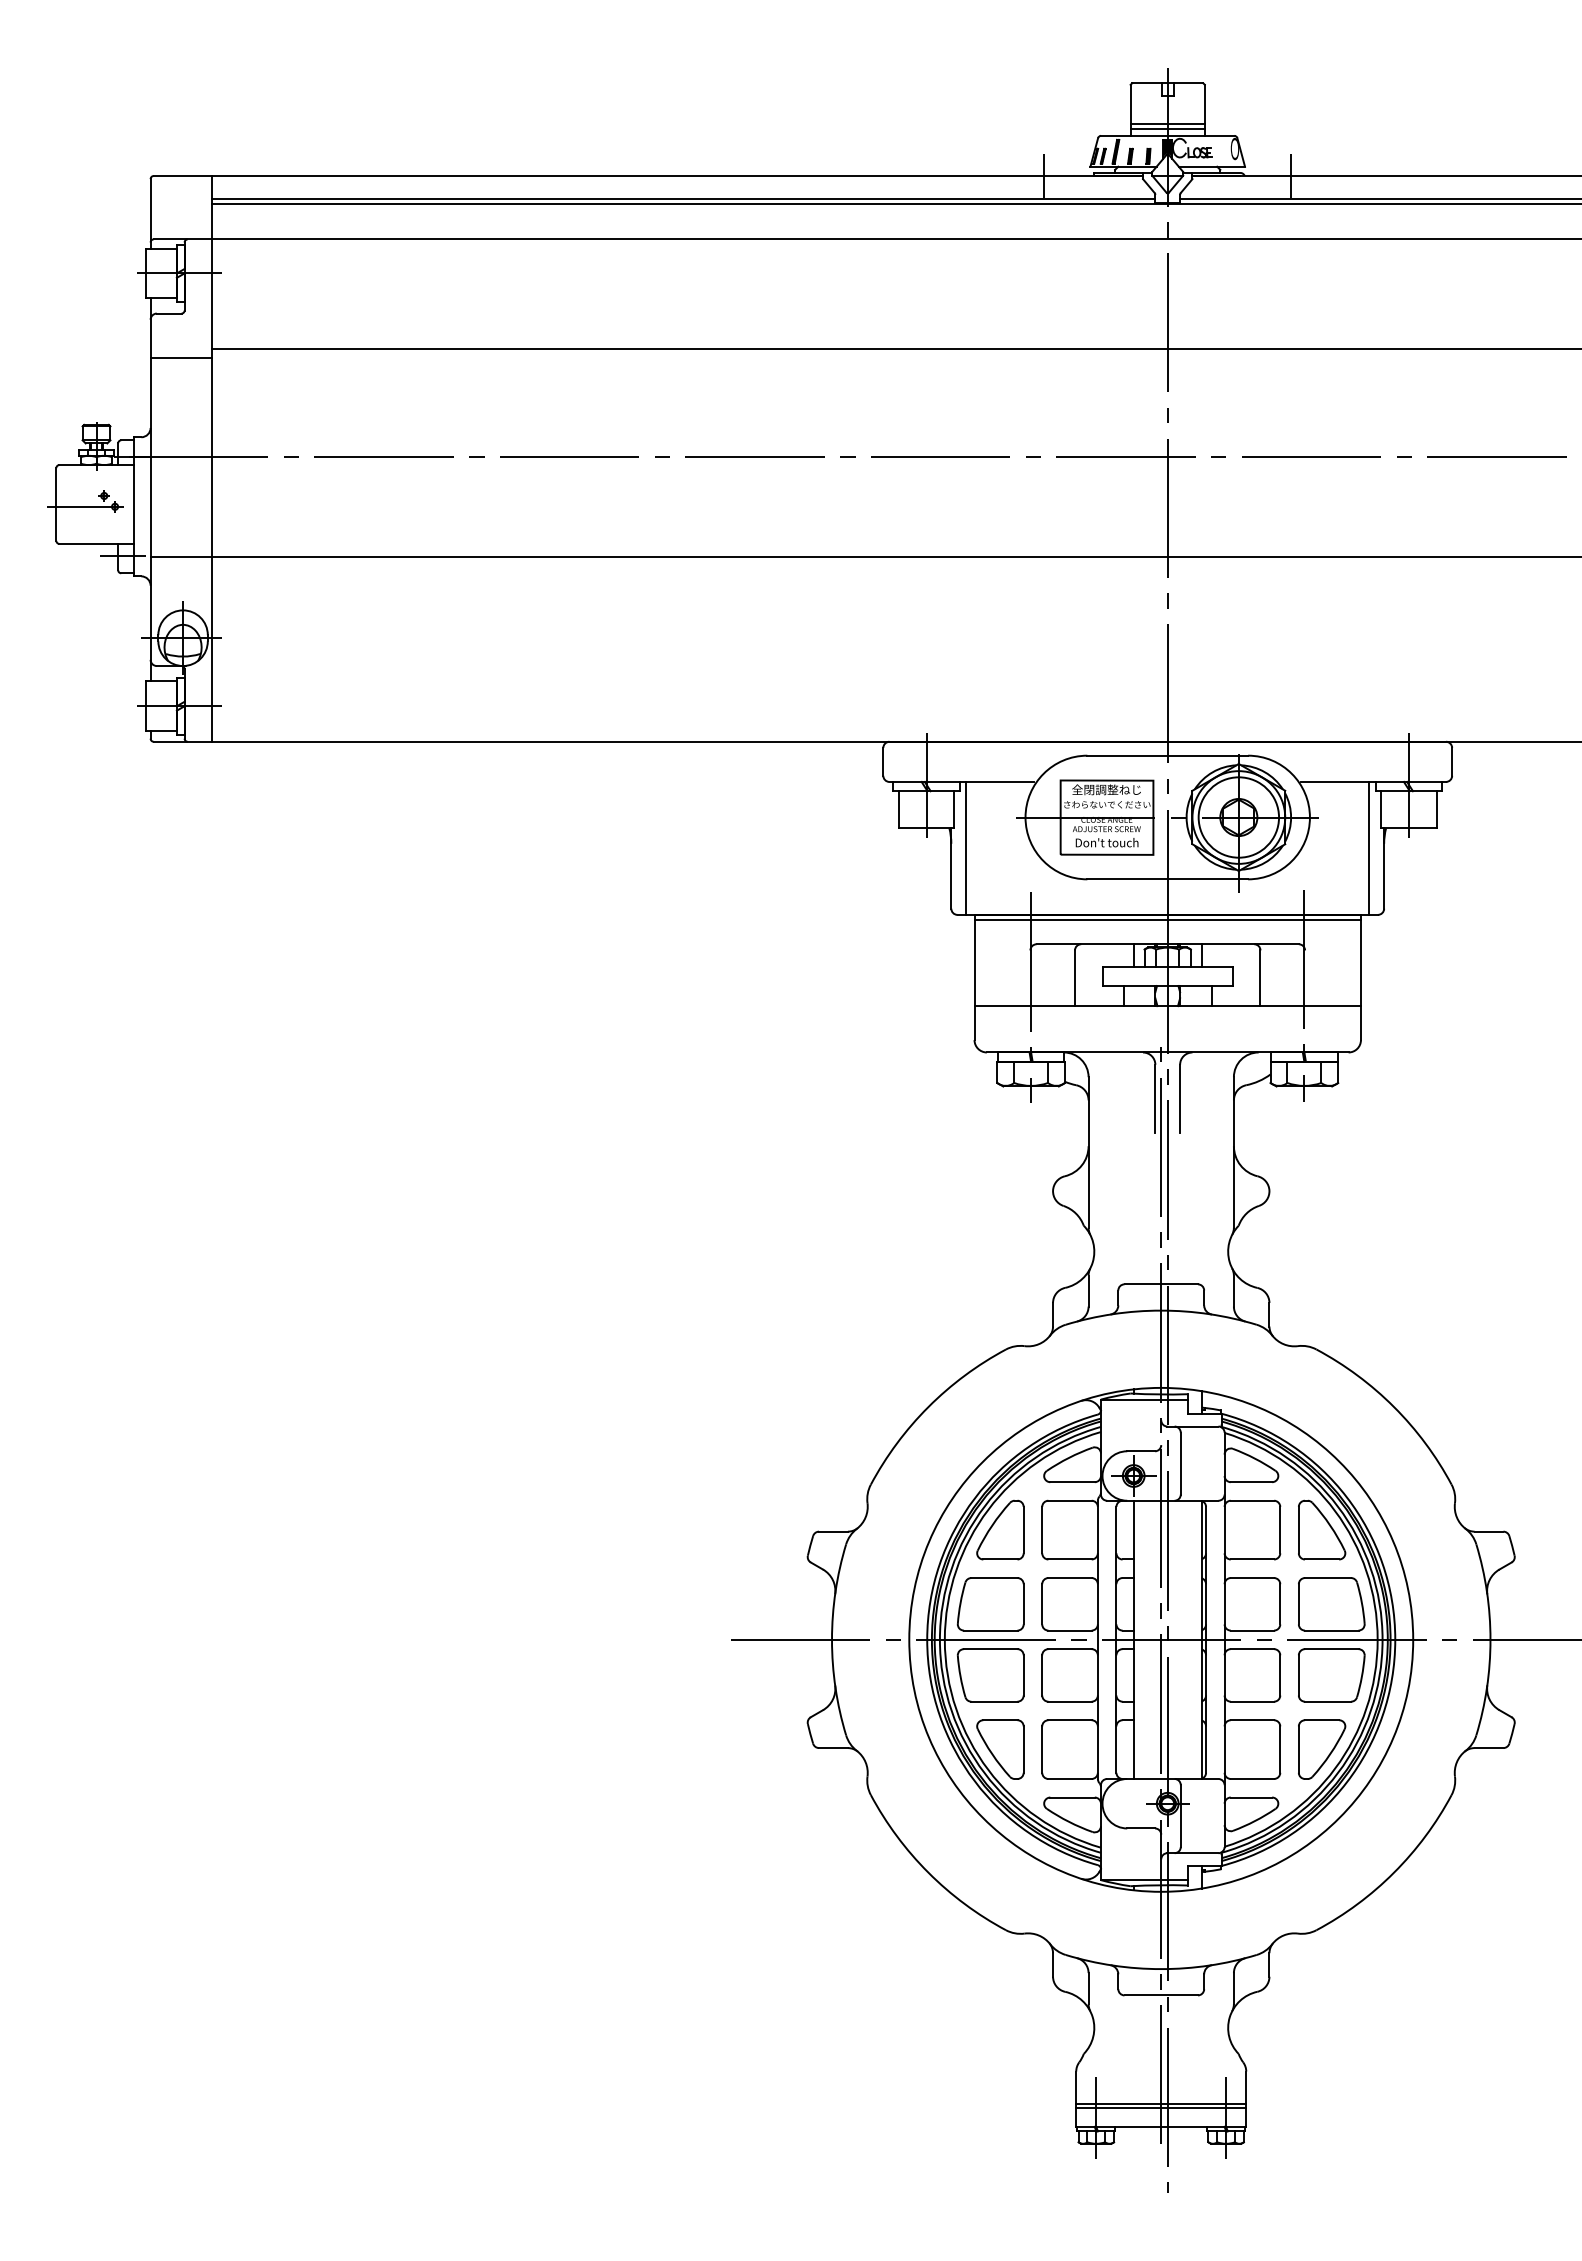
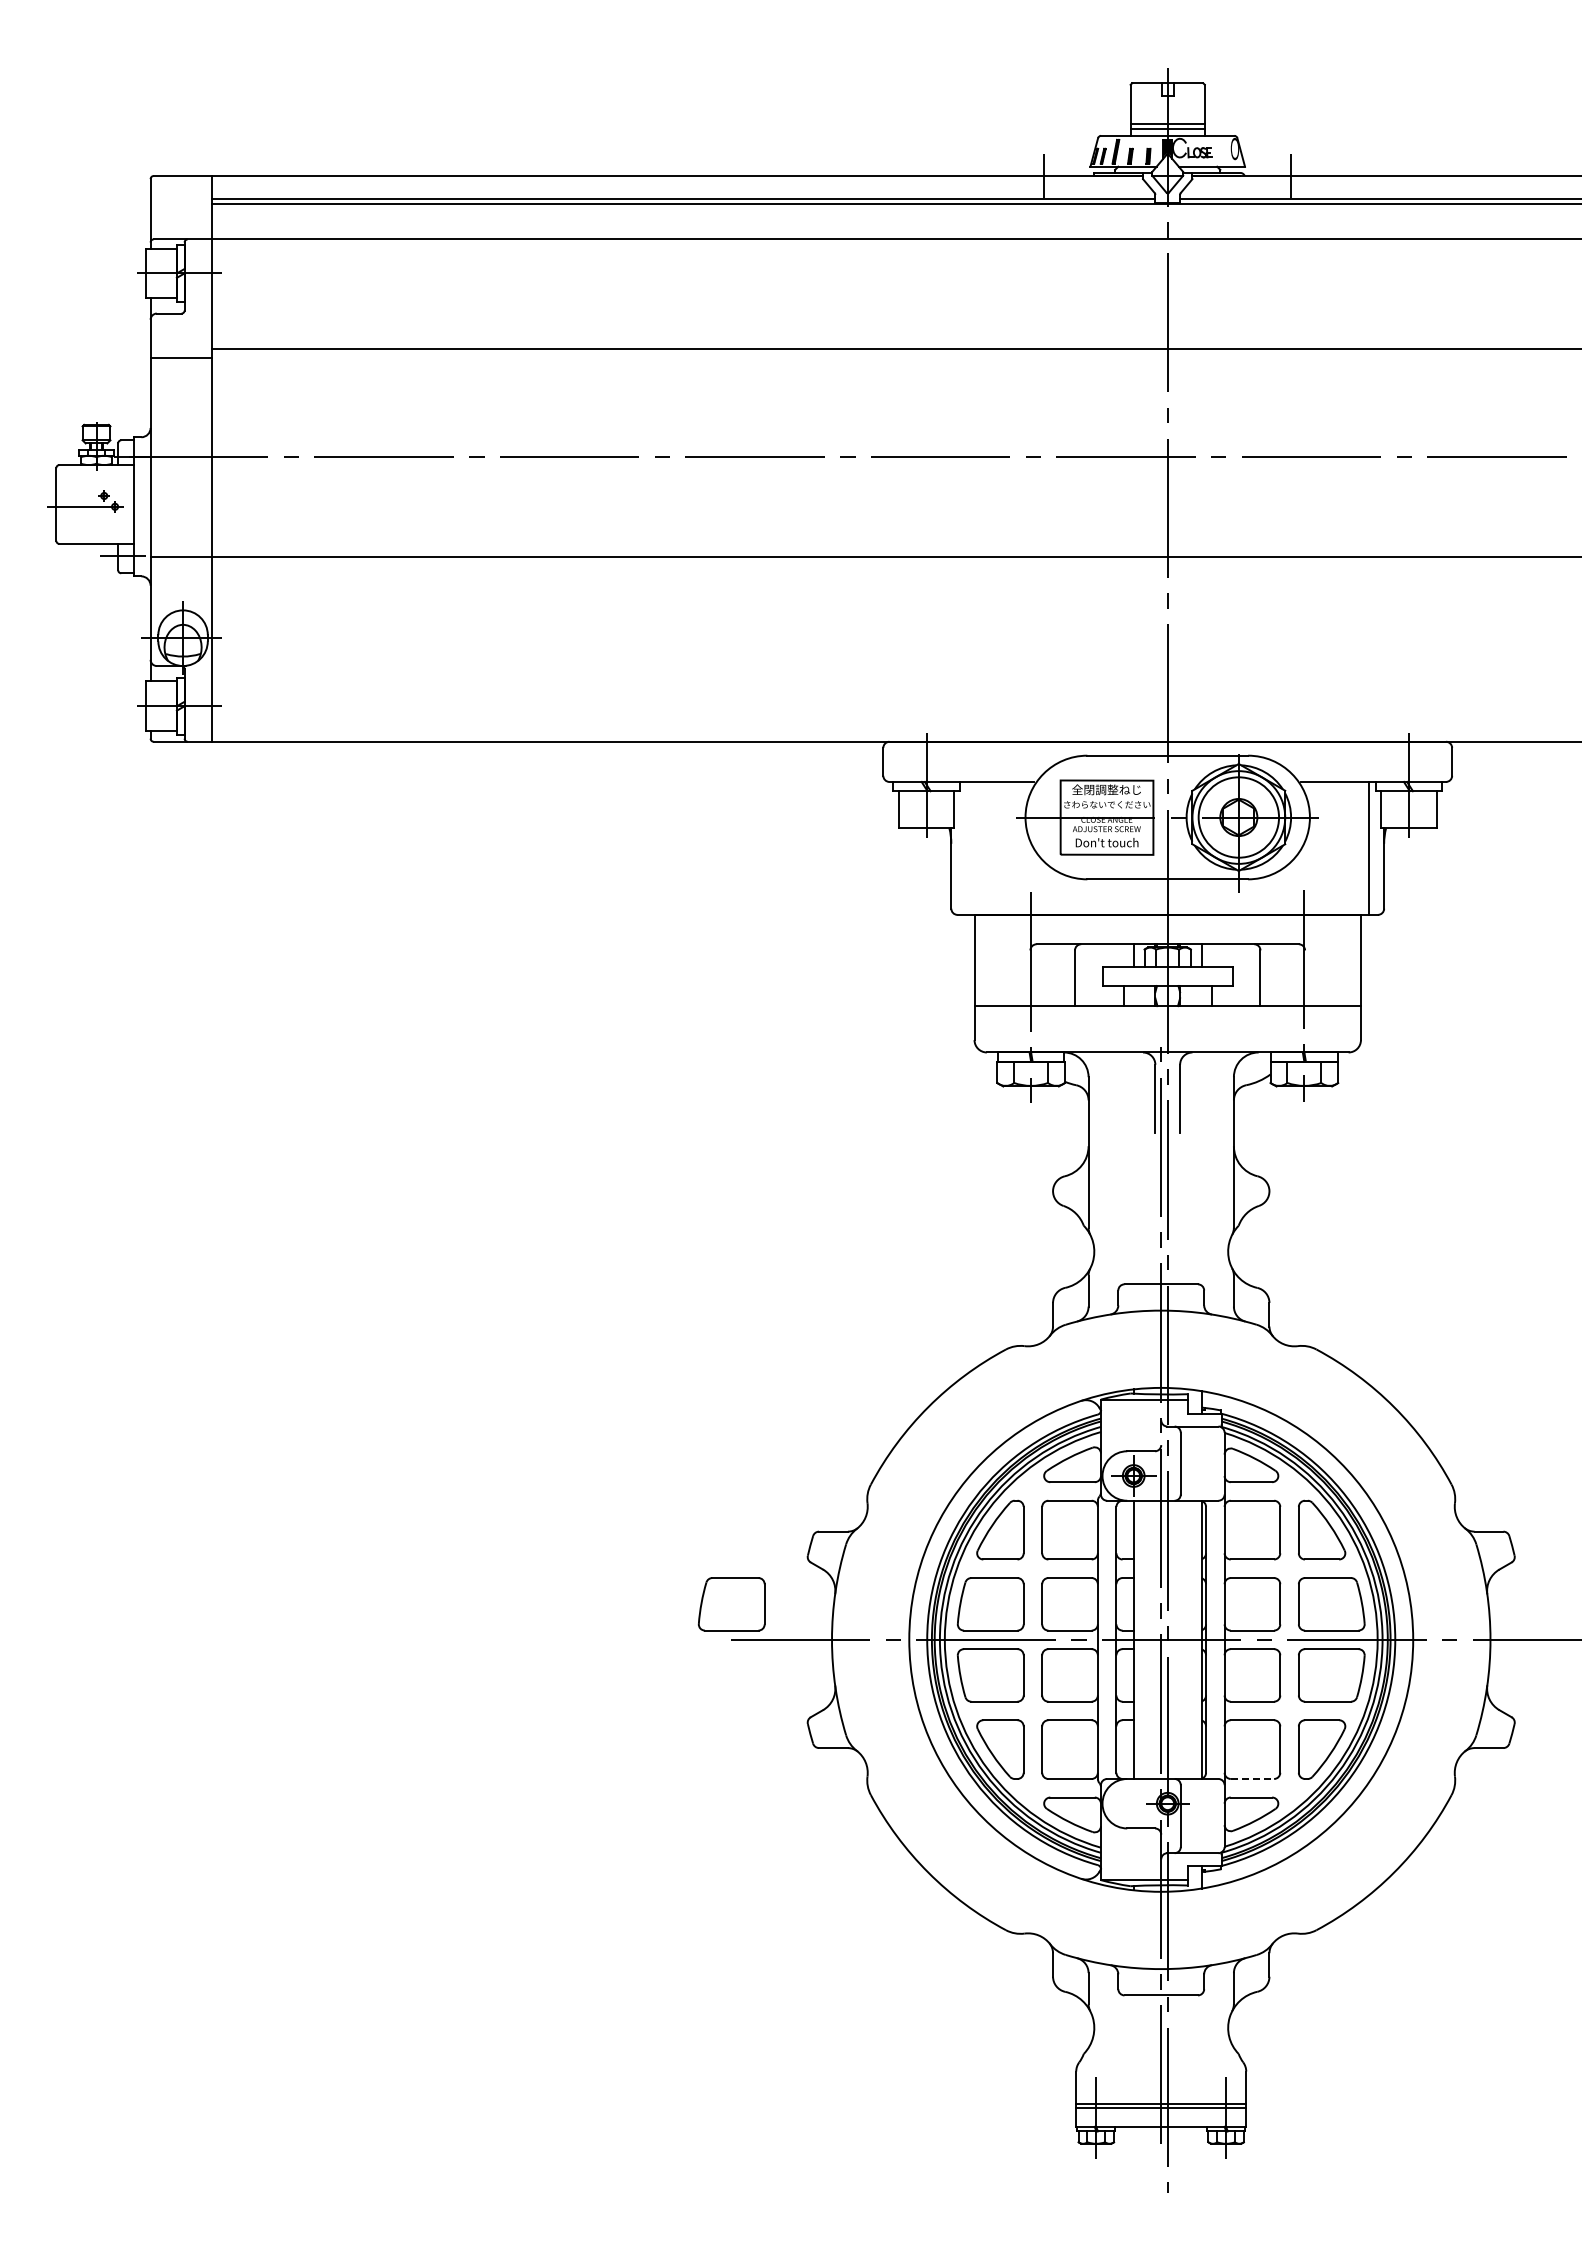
line at (966, 847): present -> none
line at (1167, 919): present -> none
part at (731, 1604): none -> present
line at (1252, 1778): solid -> dashed
